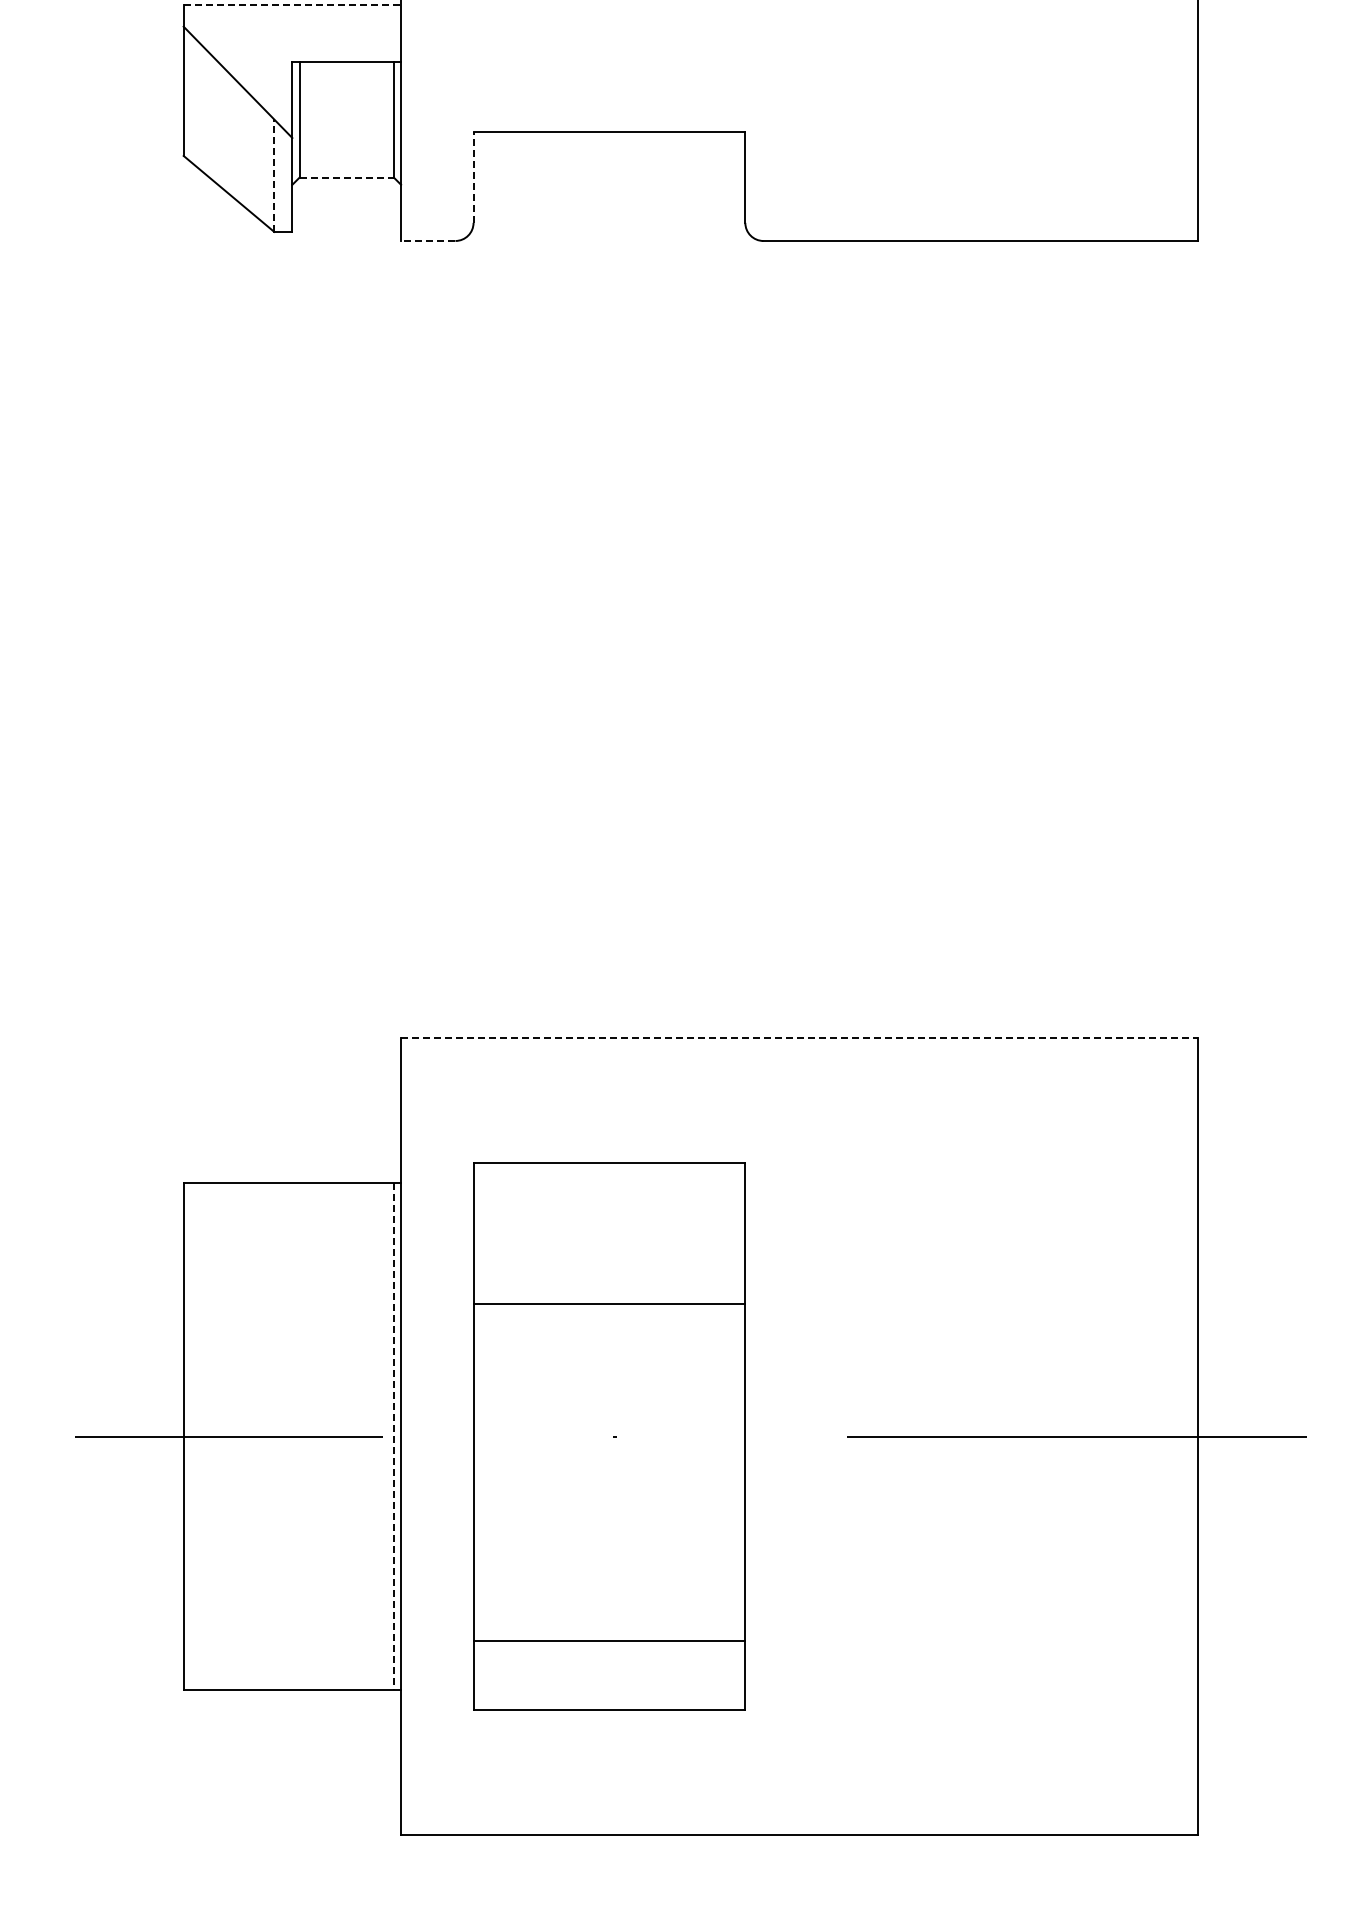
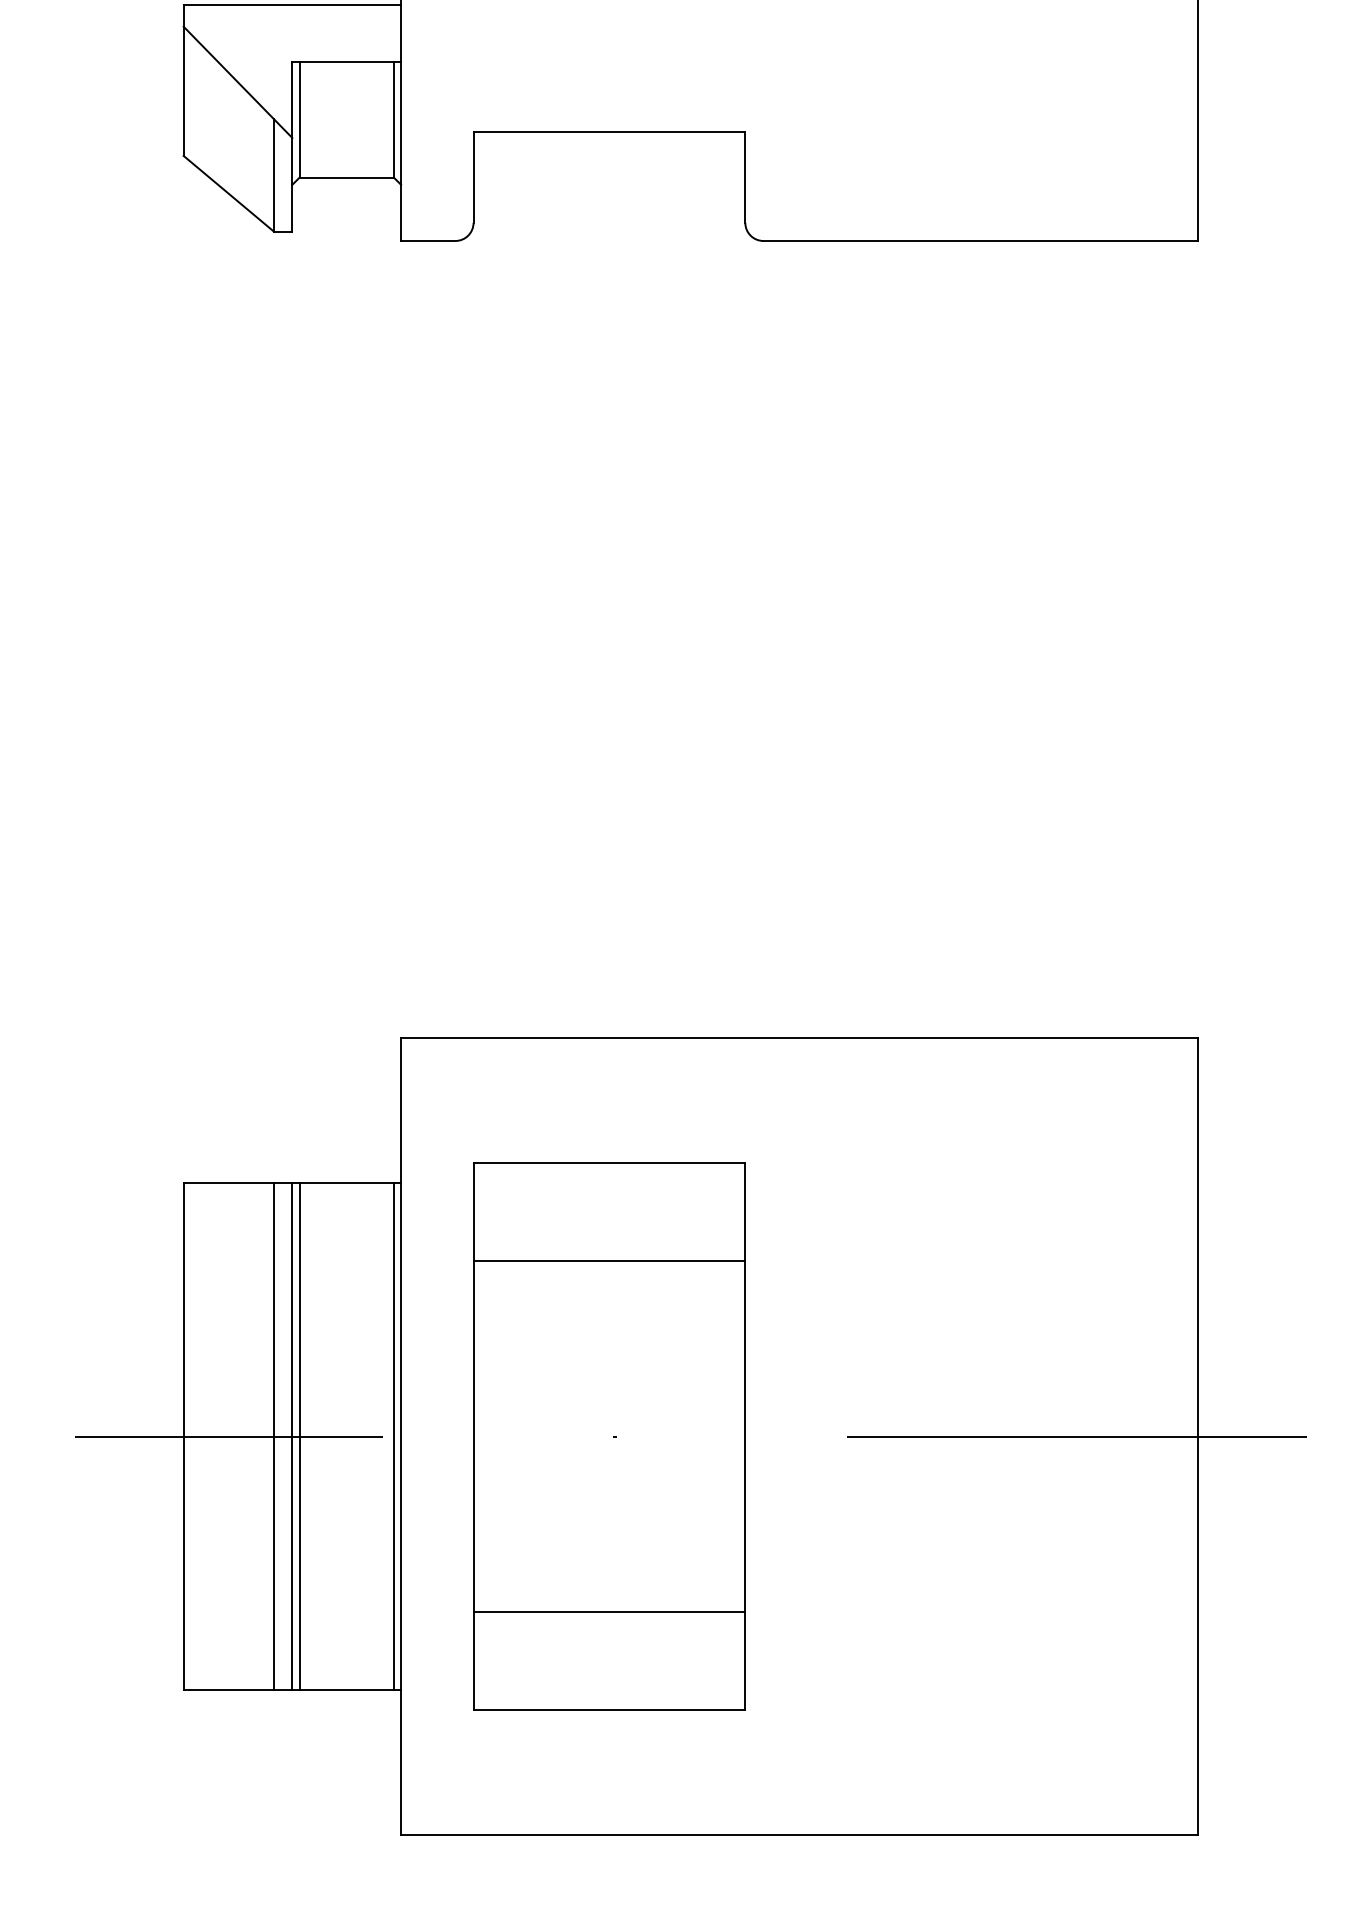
line at (292, 5): dashed -> solid
line at (274, 175): dashed -> solid
line at (347, 177): dashed -> solid
line at (473, 177): dashed -> solid
line at (427, 240): dashed -> solid
line at (799, 1038): dashed -> solid
line at (609, 1304) position: (609, 1304) -> (609, 1261)
line at (274, 1436): none -> present
line at (292, 1436): none -> present
line at (299, 1436): none -> present
line at (393, 1436): dashed -> solid
line at (609, 1641) position: (609, 1641) -> (609, 1612)
